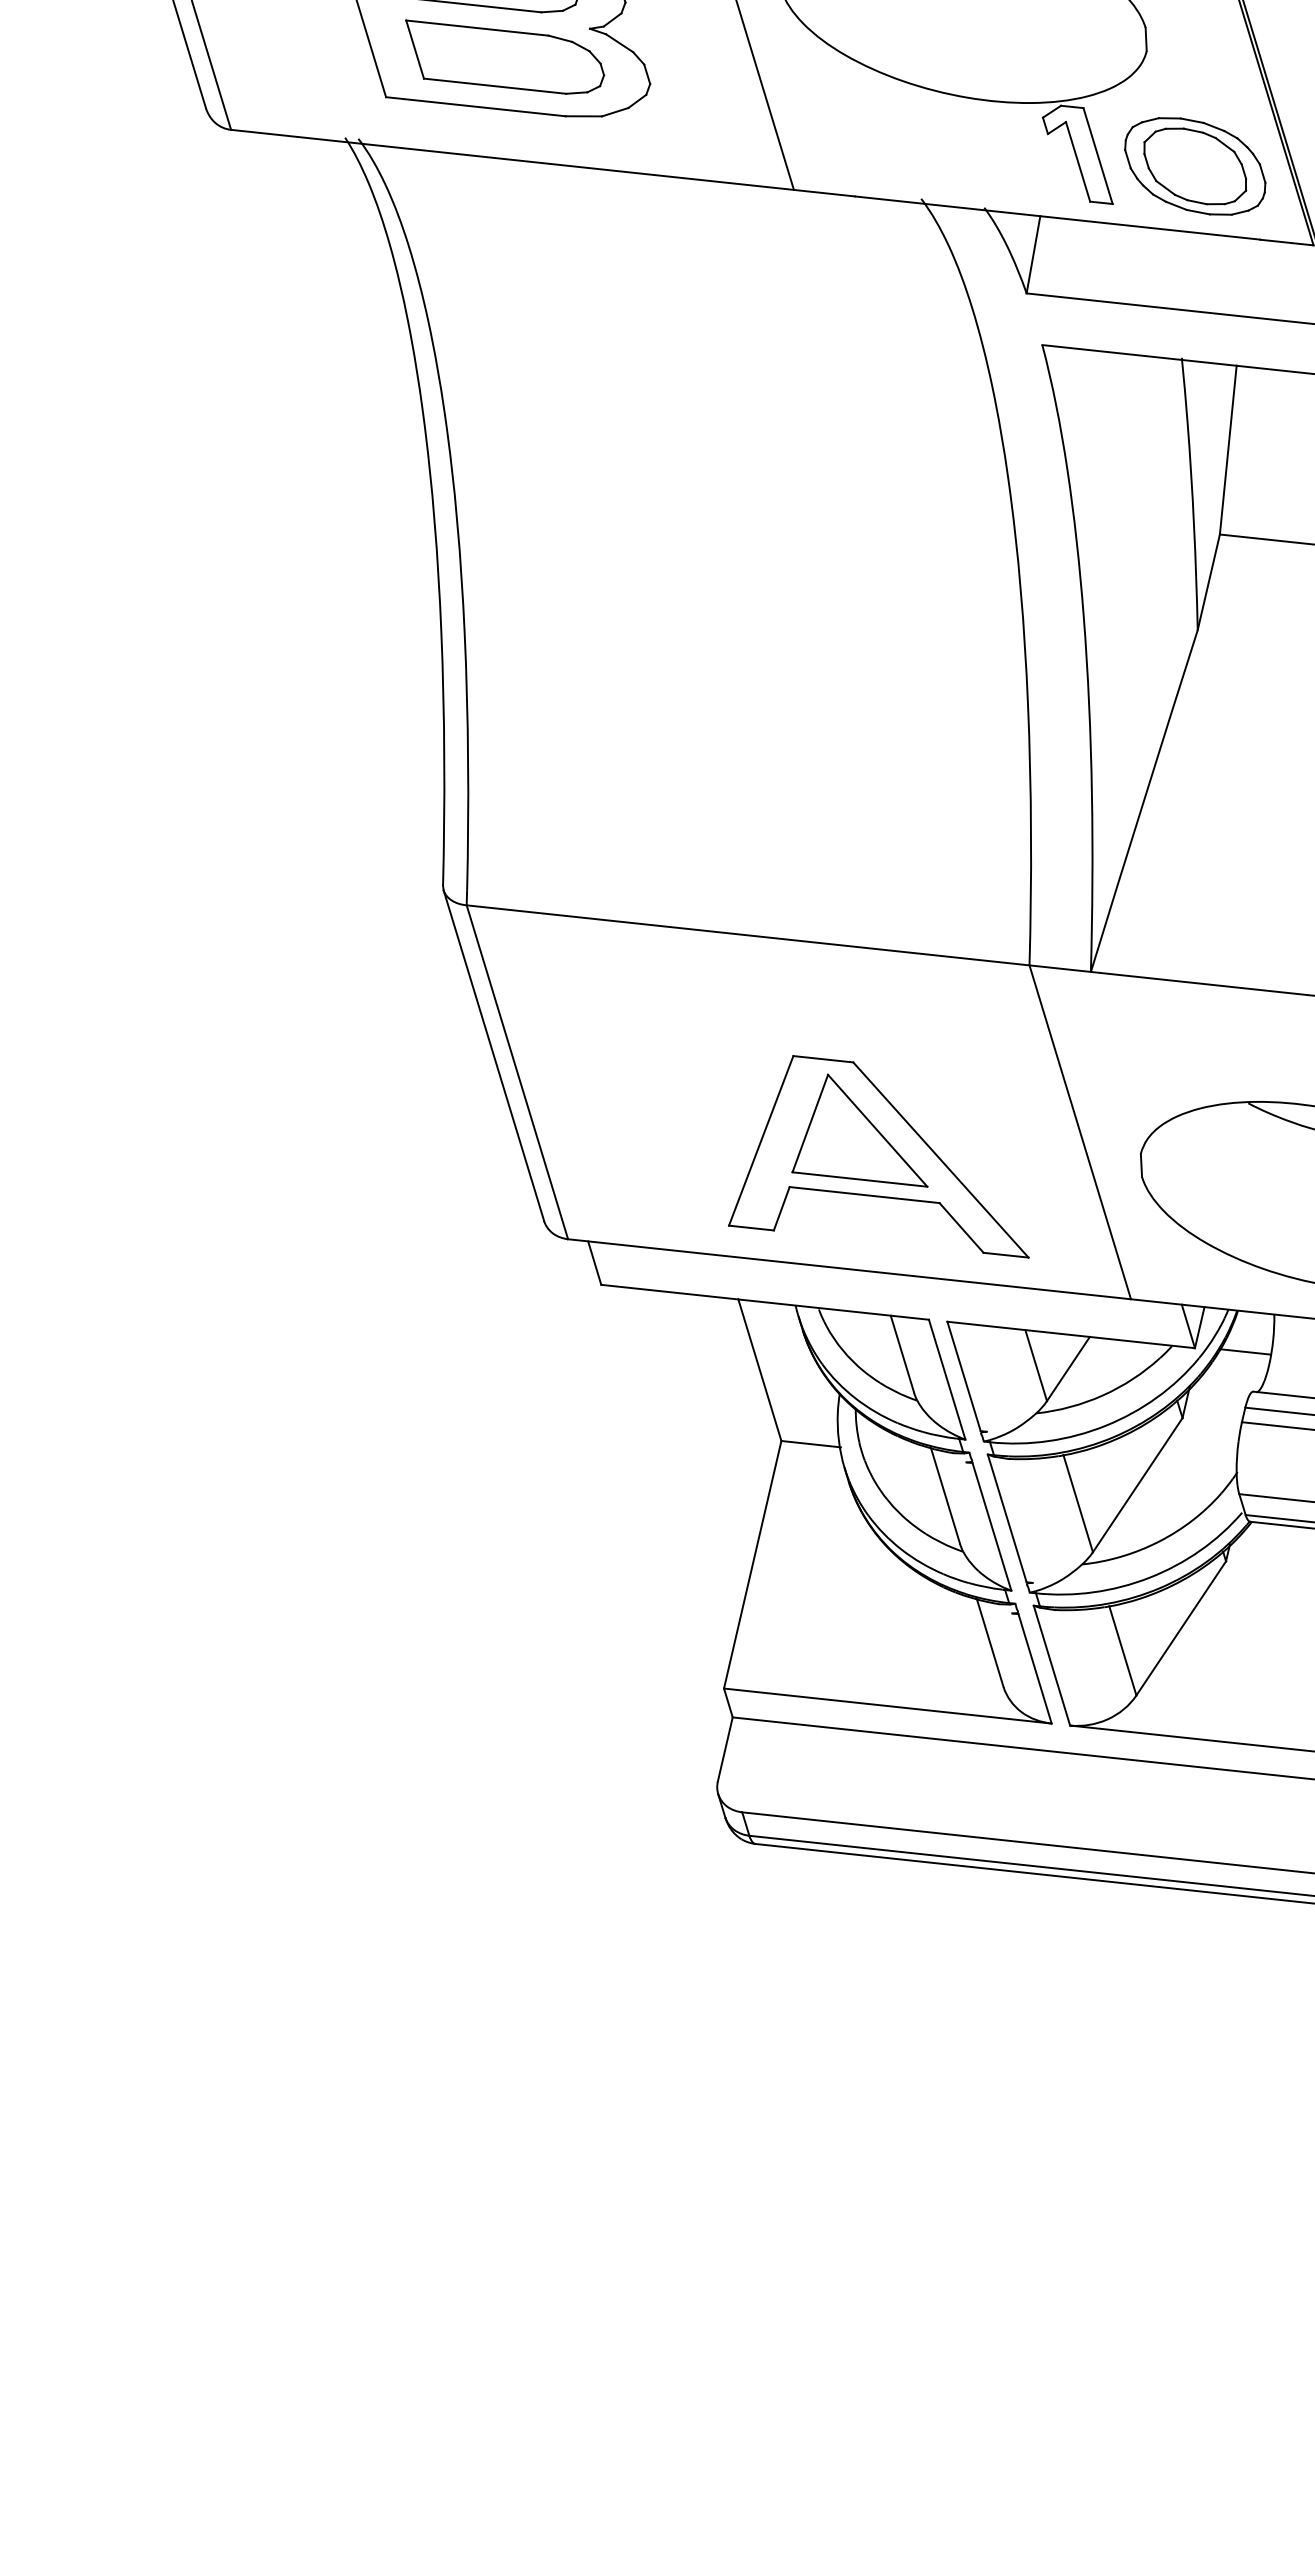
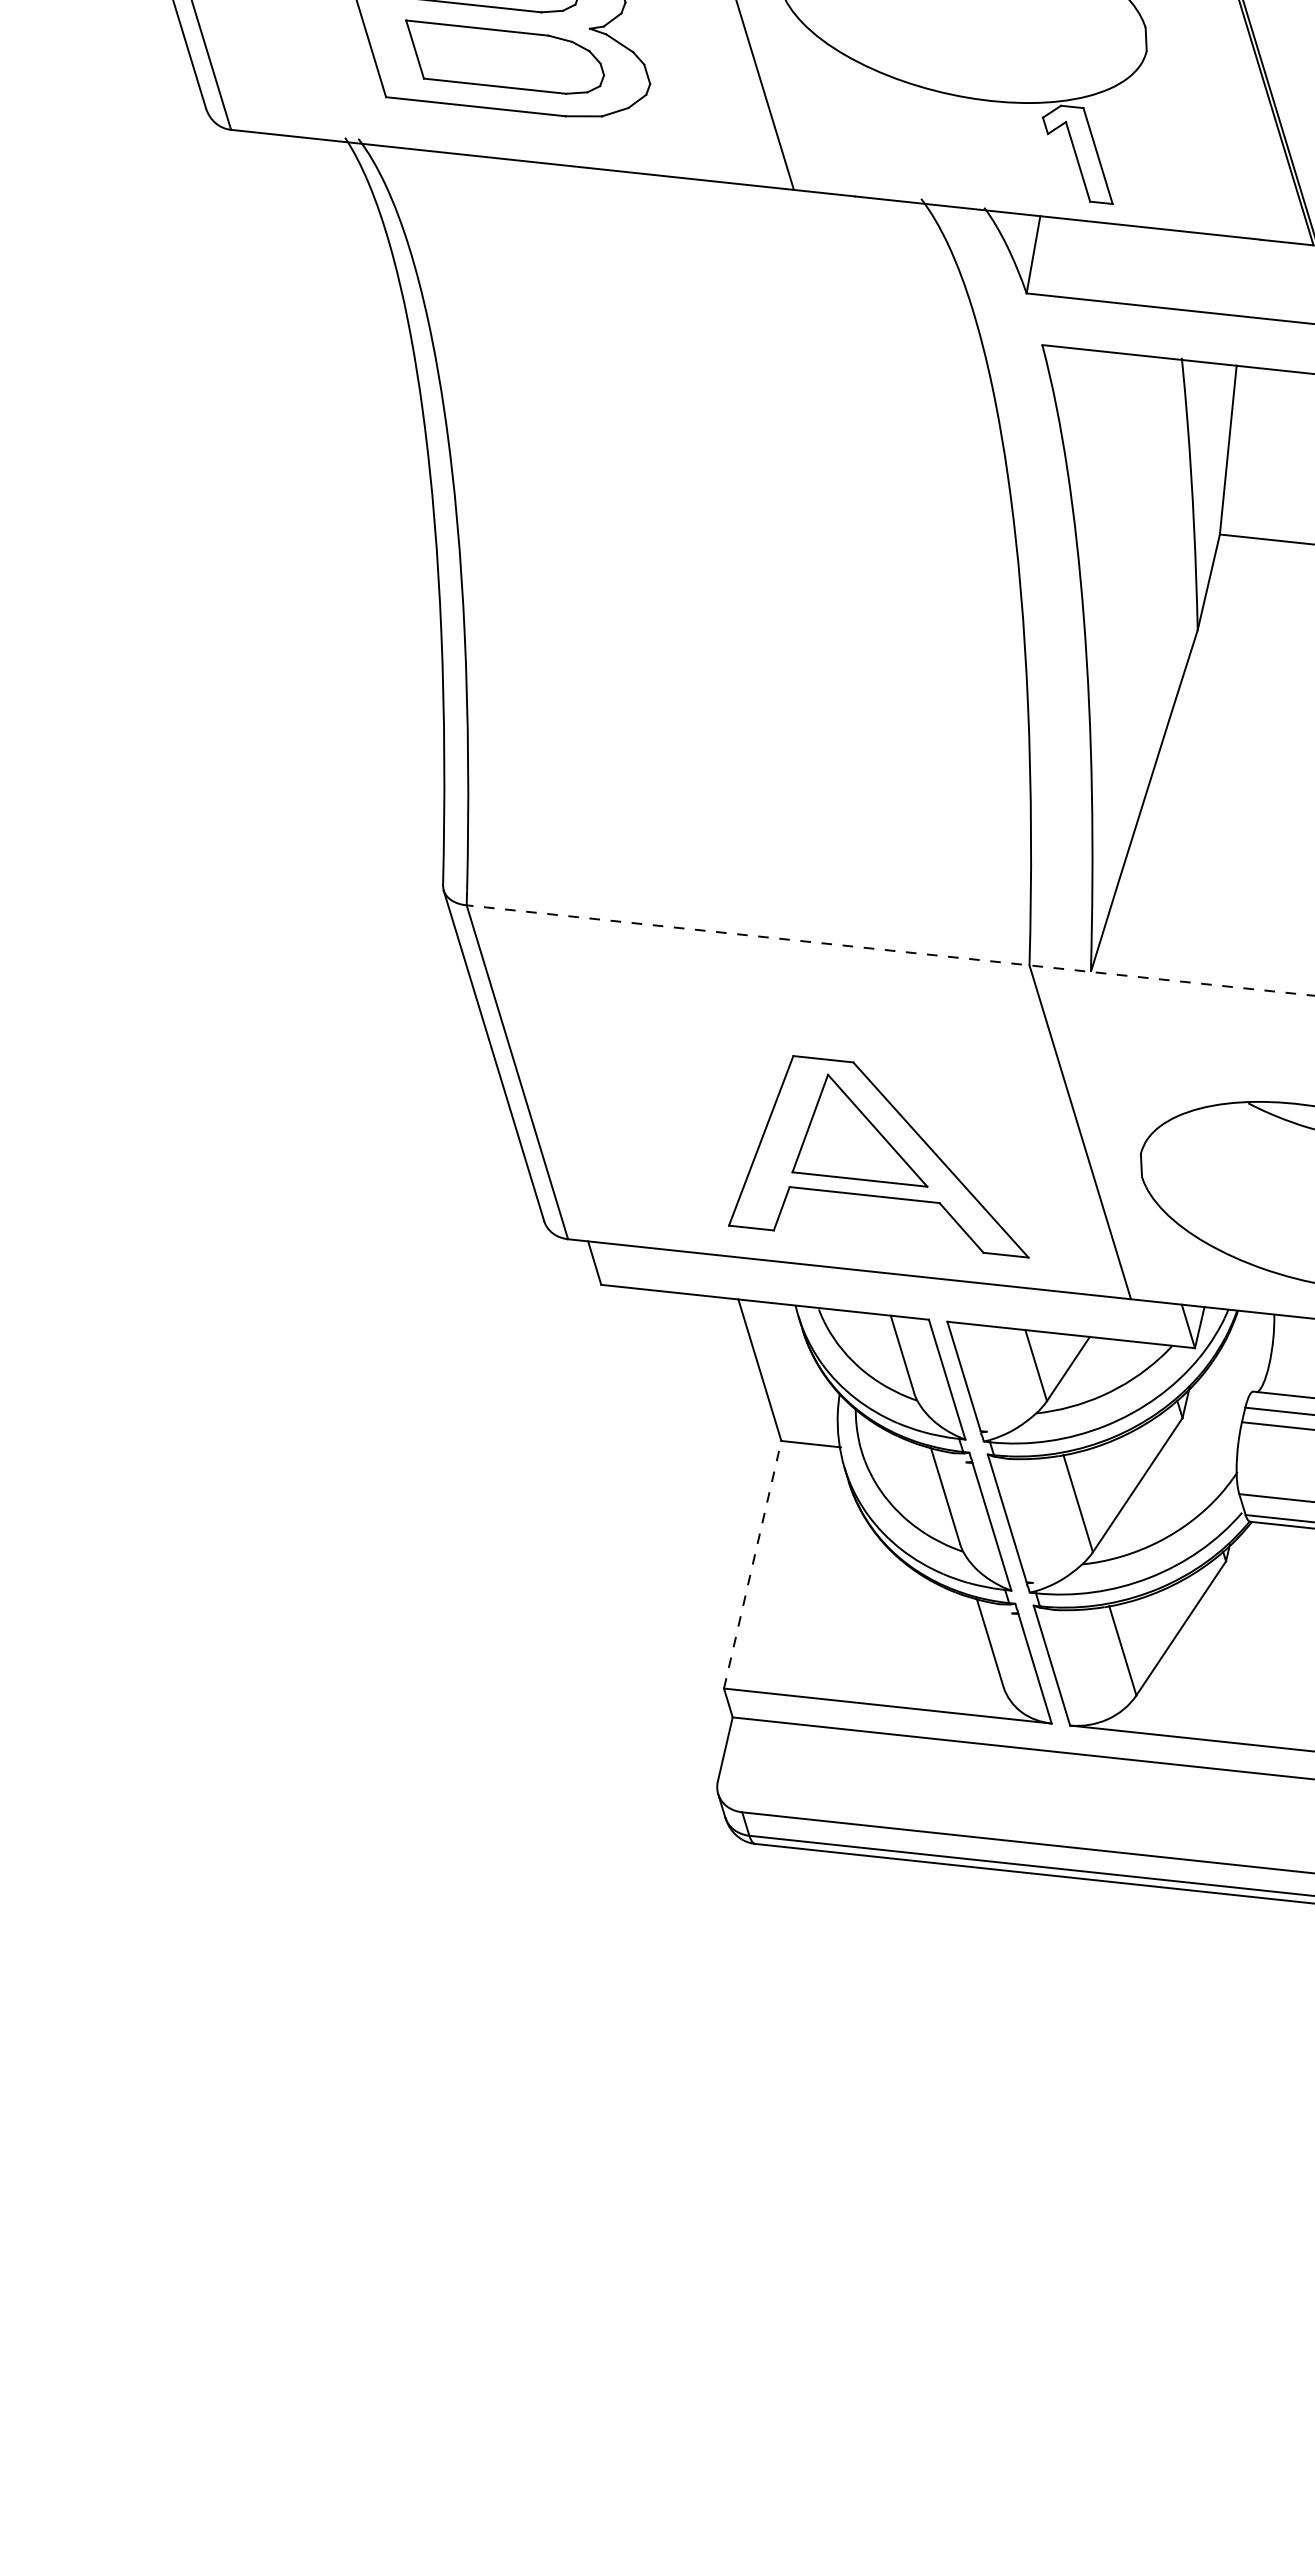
part at (1195, 166): present -> none
line at (890, 950): solid -> dashed
line at (1245, 1351): present -> none
line at (752, 1564): solid -> dashed
